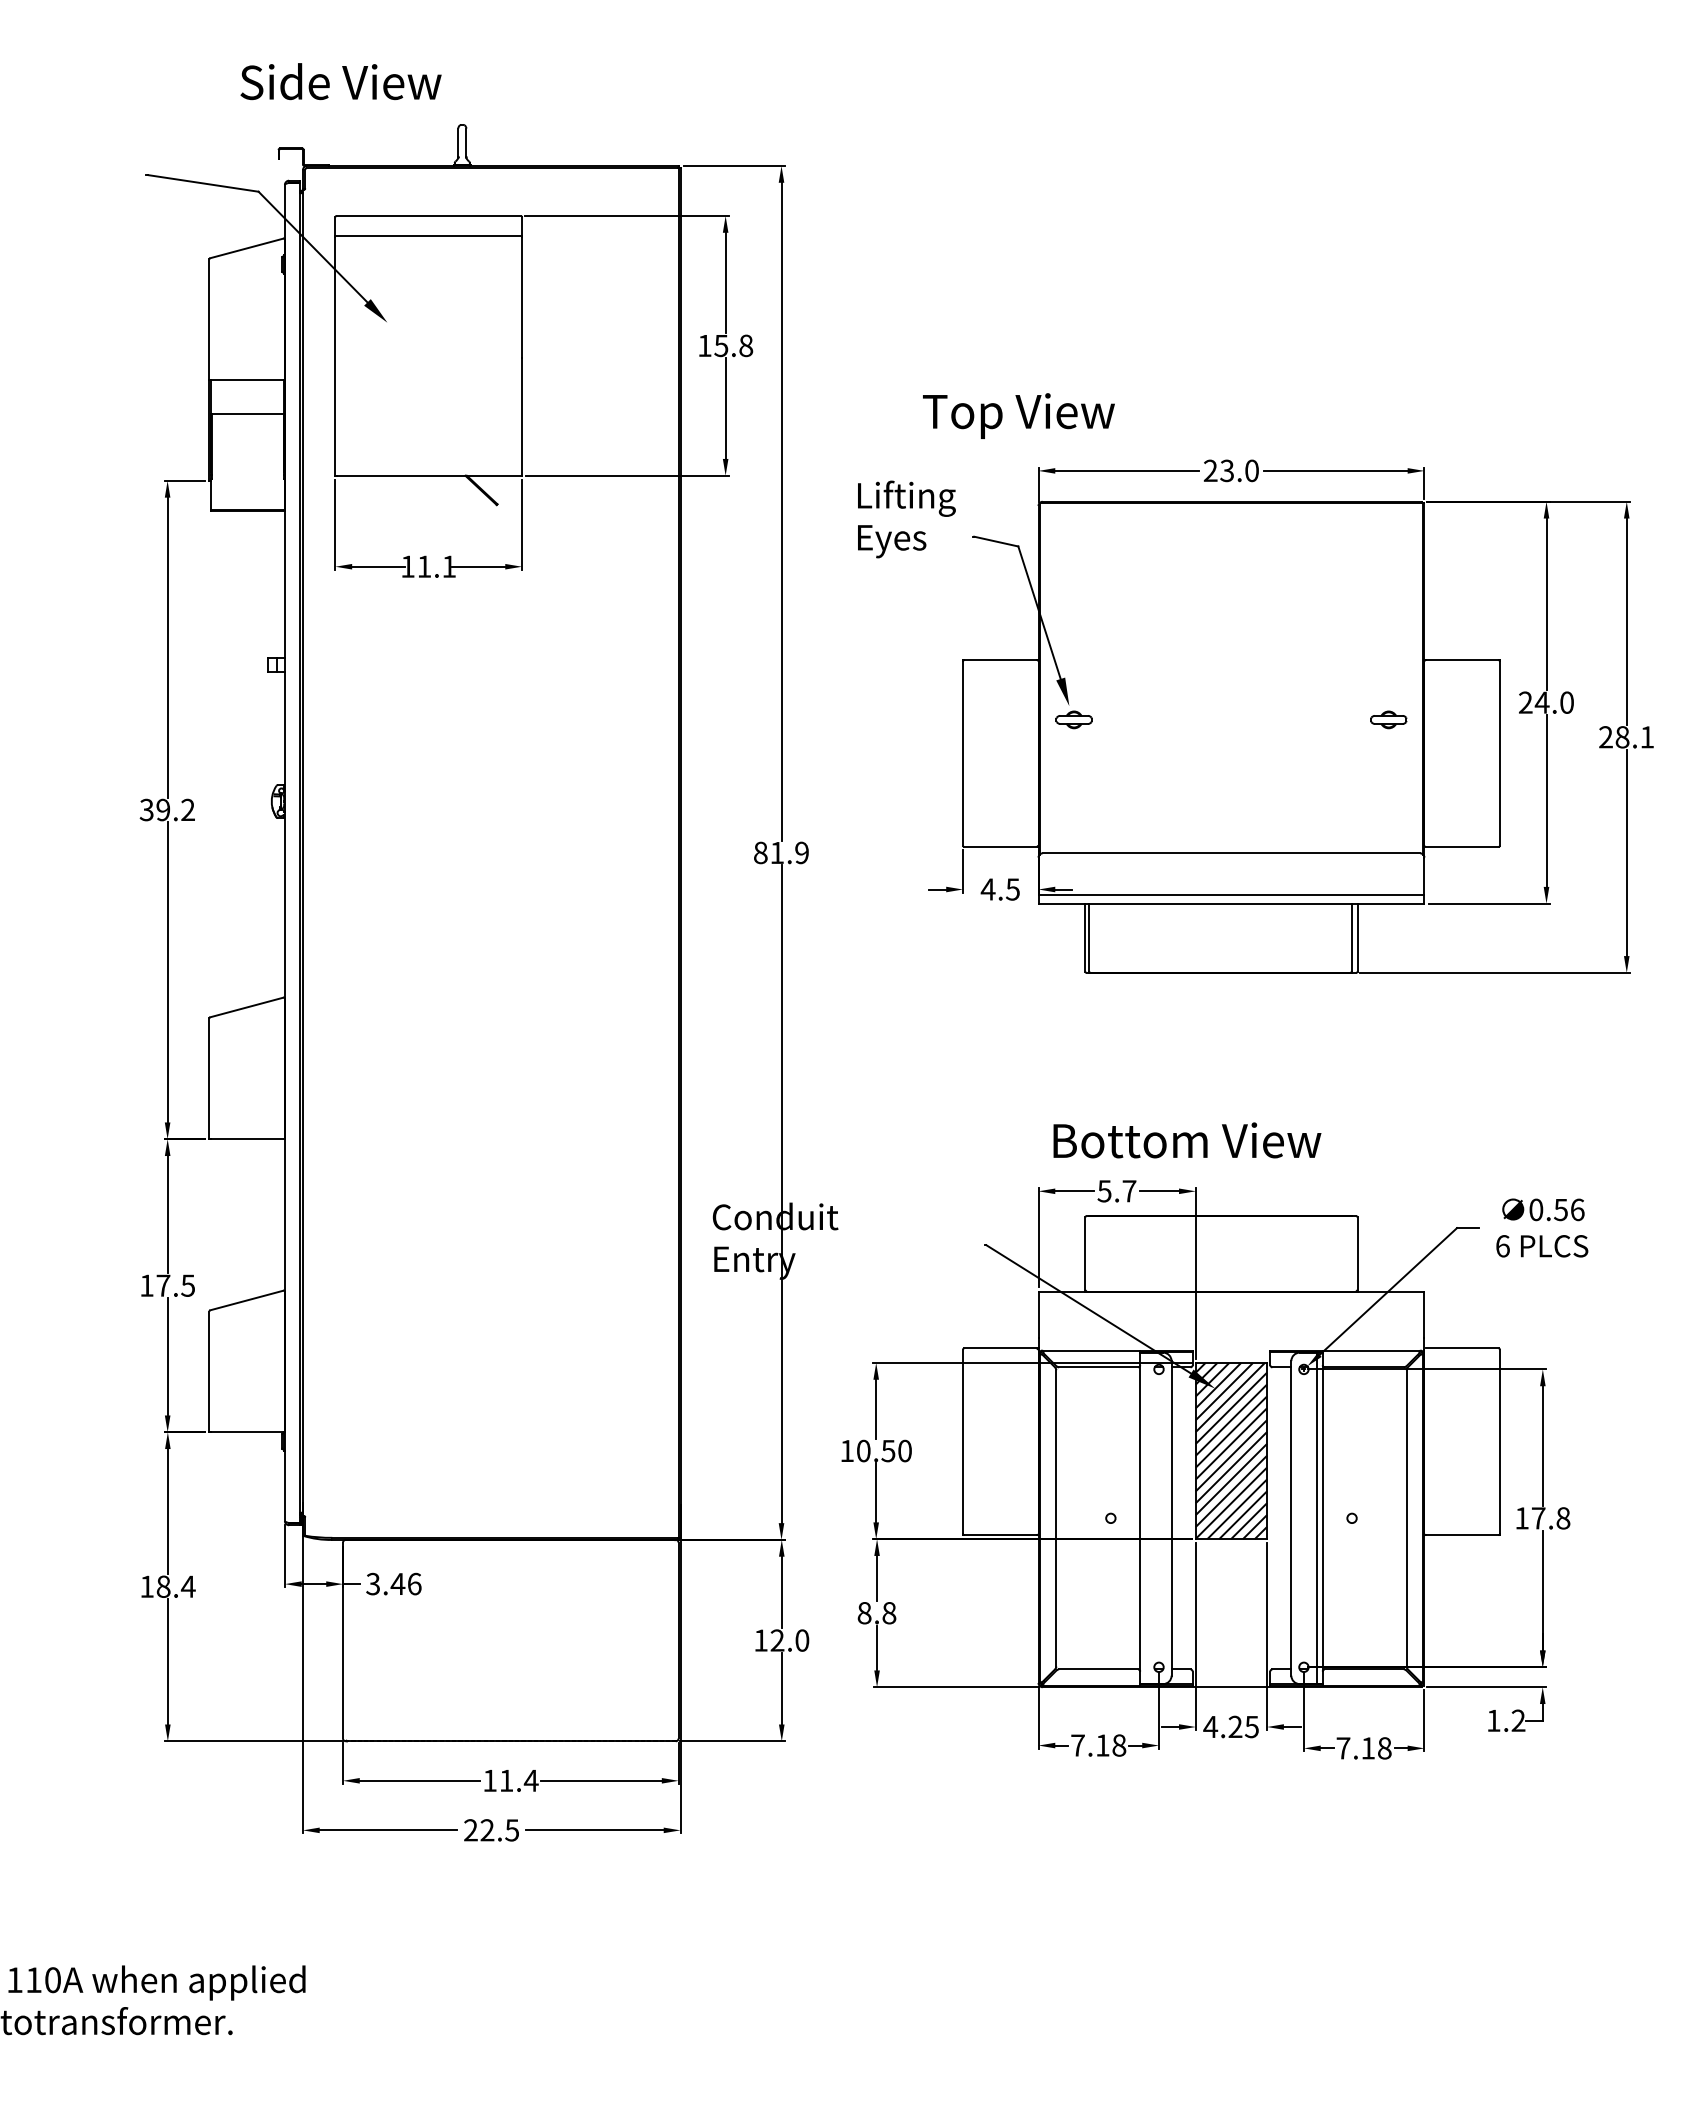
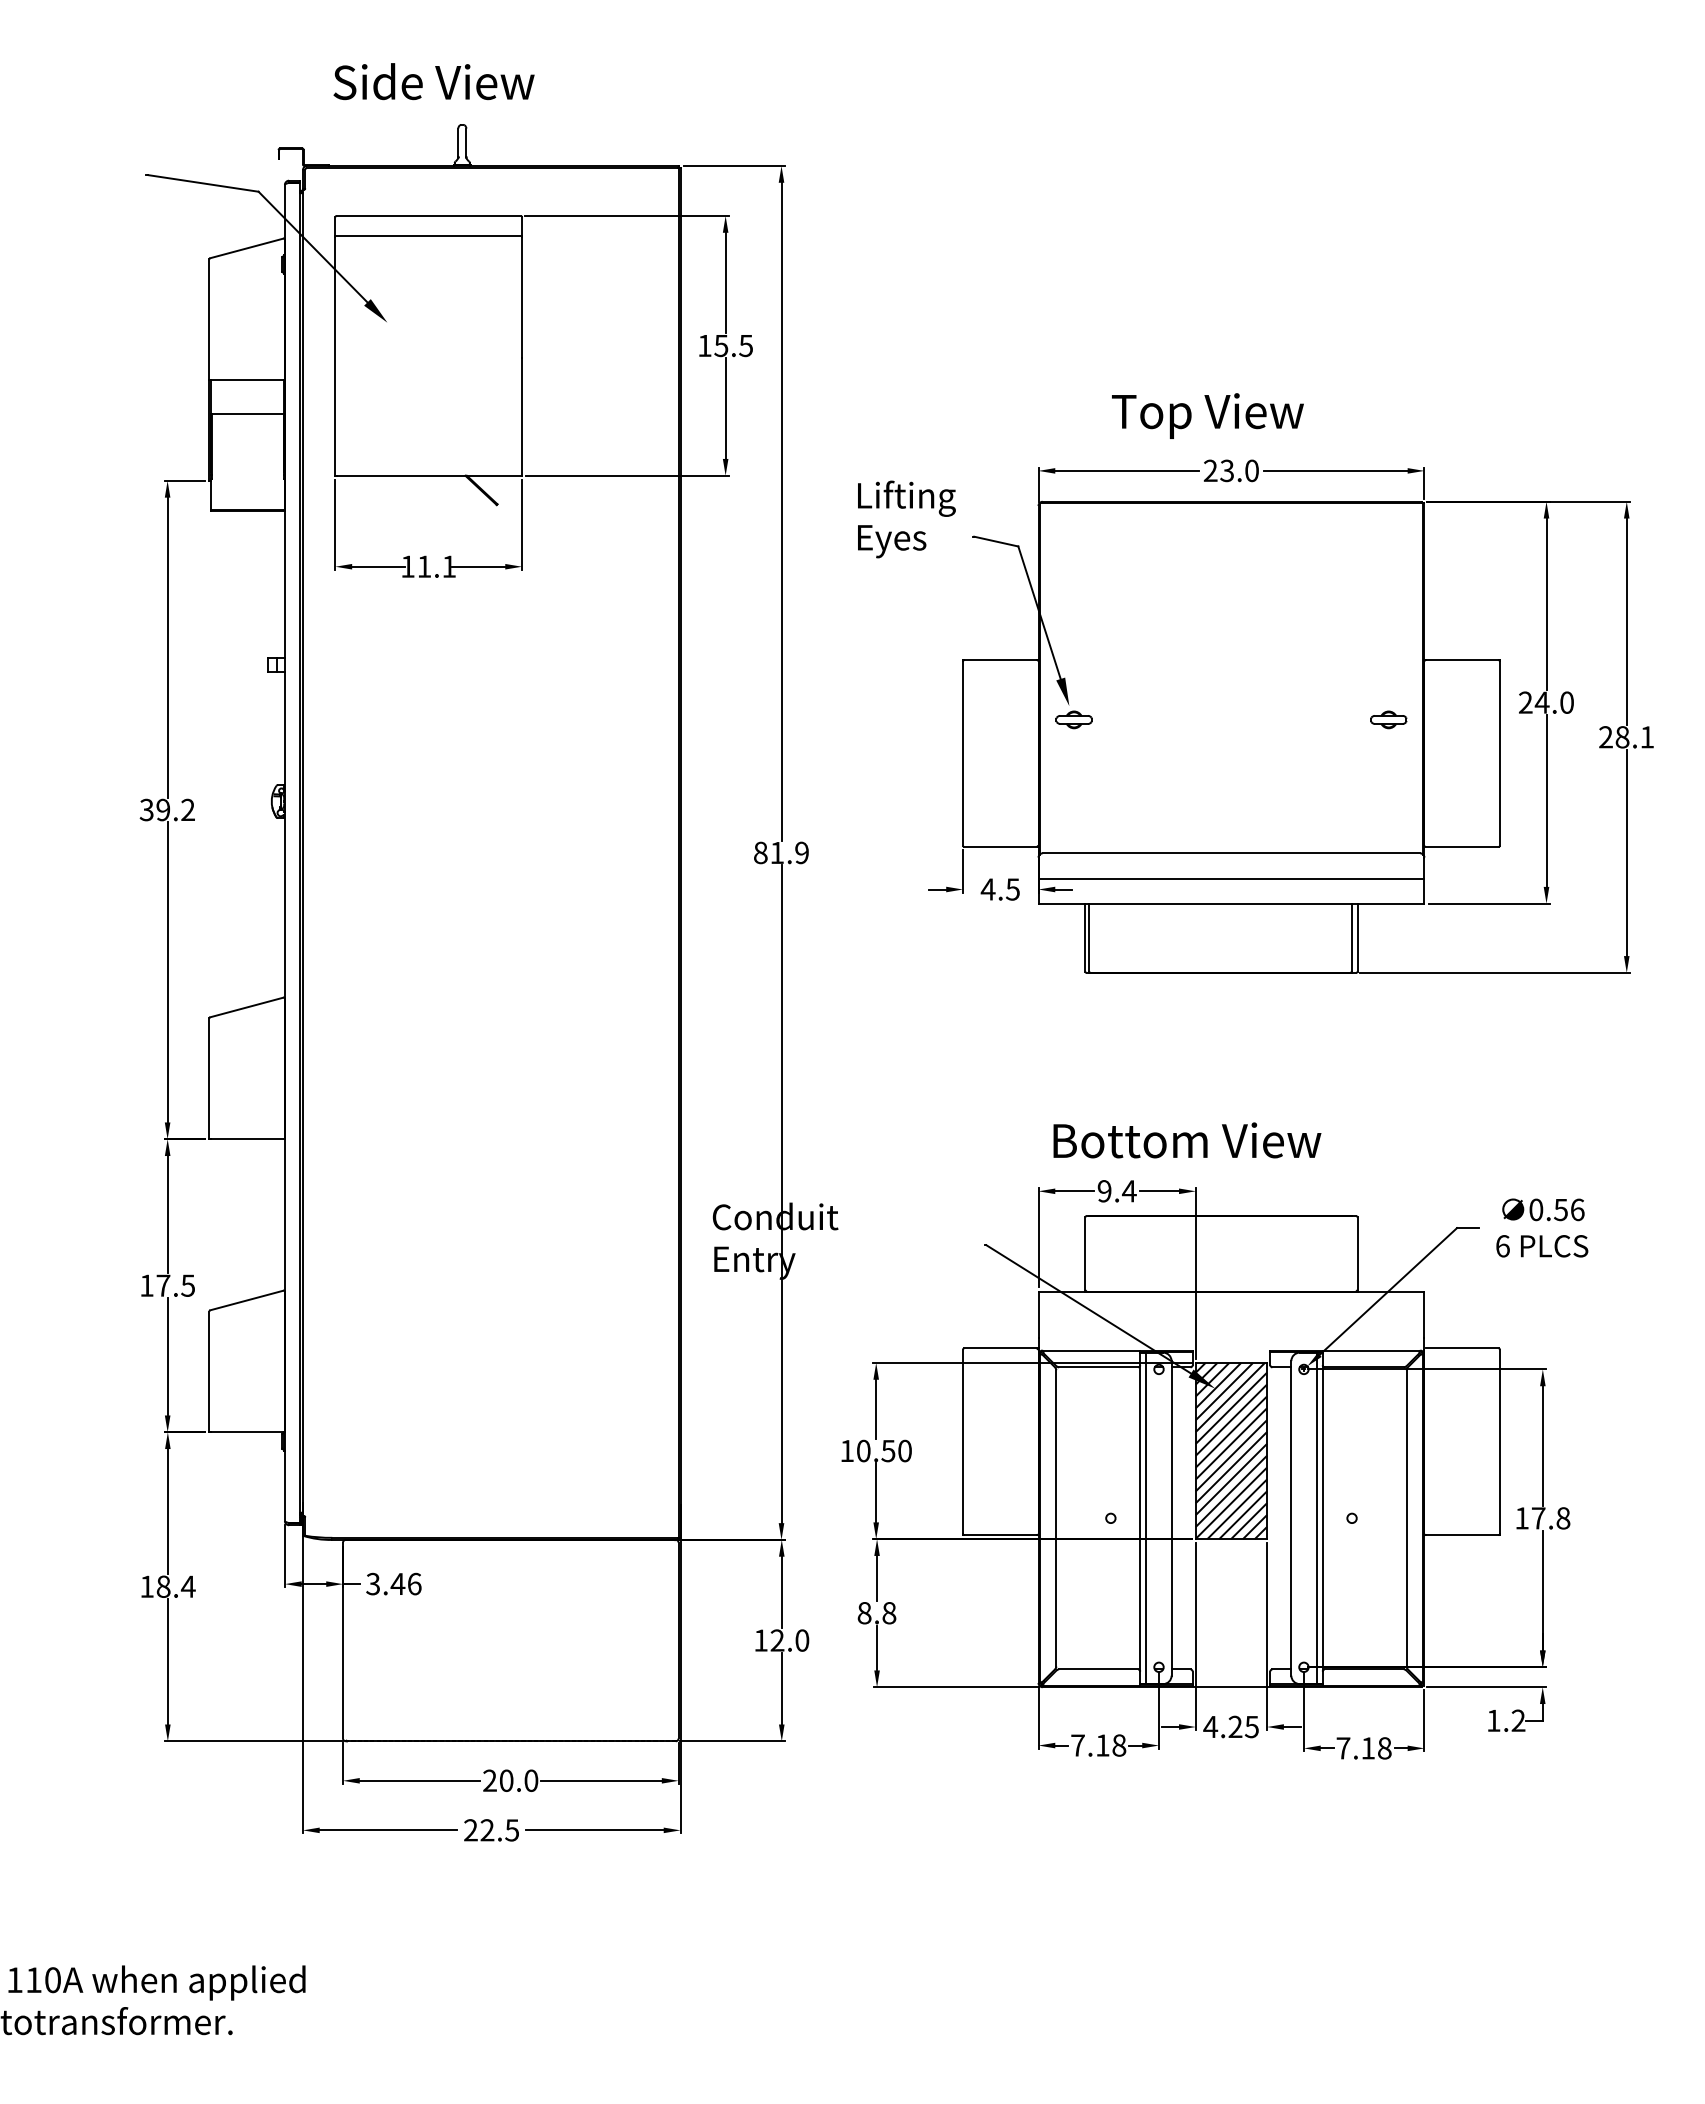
text at (340, 81) position: (340, 81) -> (433, 81)
text at (746, 345): 15.8 -> 15.5
text at (1018, 415) position: (1018, 415) -> (1207, 415)
line at (1231, 894) position: (1231, 894) -> (1231, 878)
text at (1116, 1191): 5.7 -> 9.4
line at (1145, 1518): none -> present
text at (510, 1780): 11.4 -> 20.0
